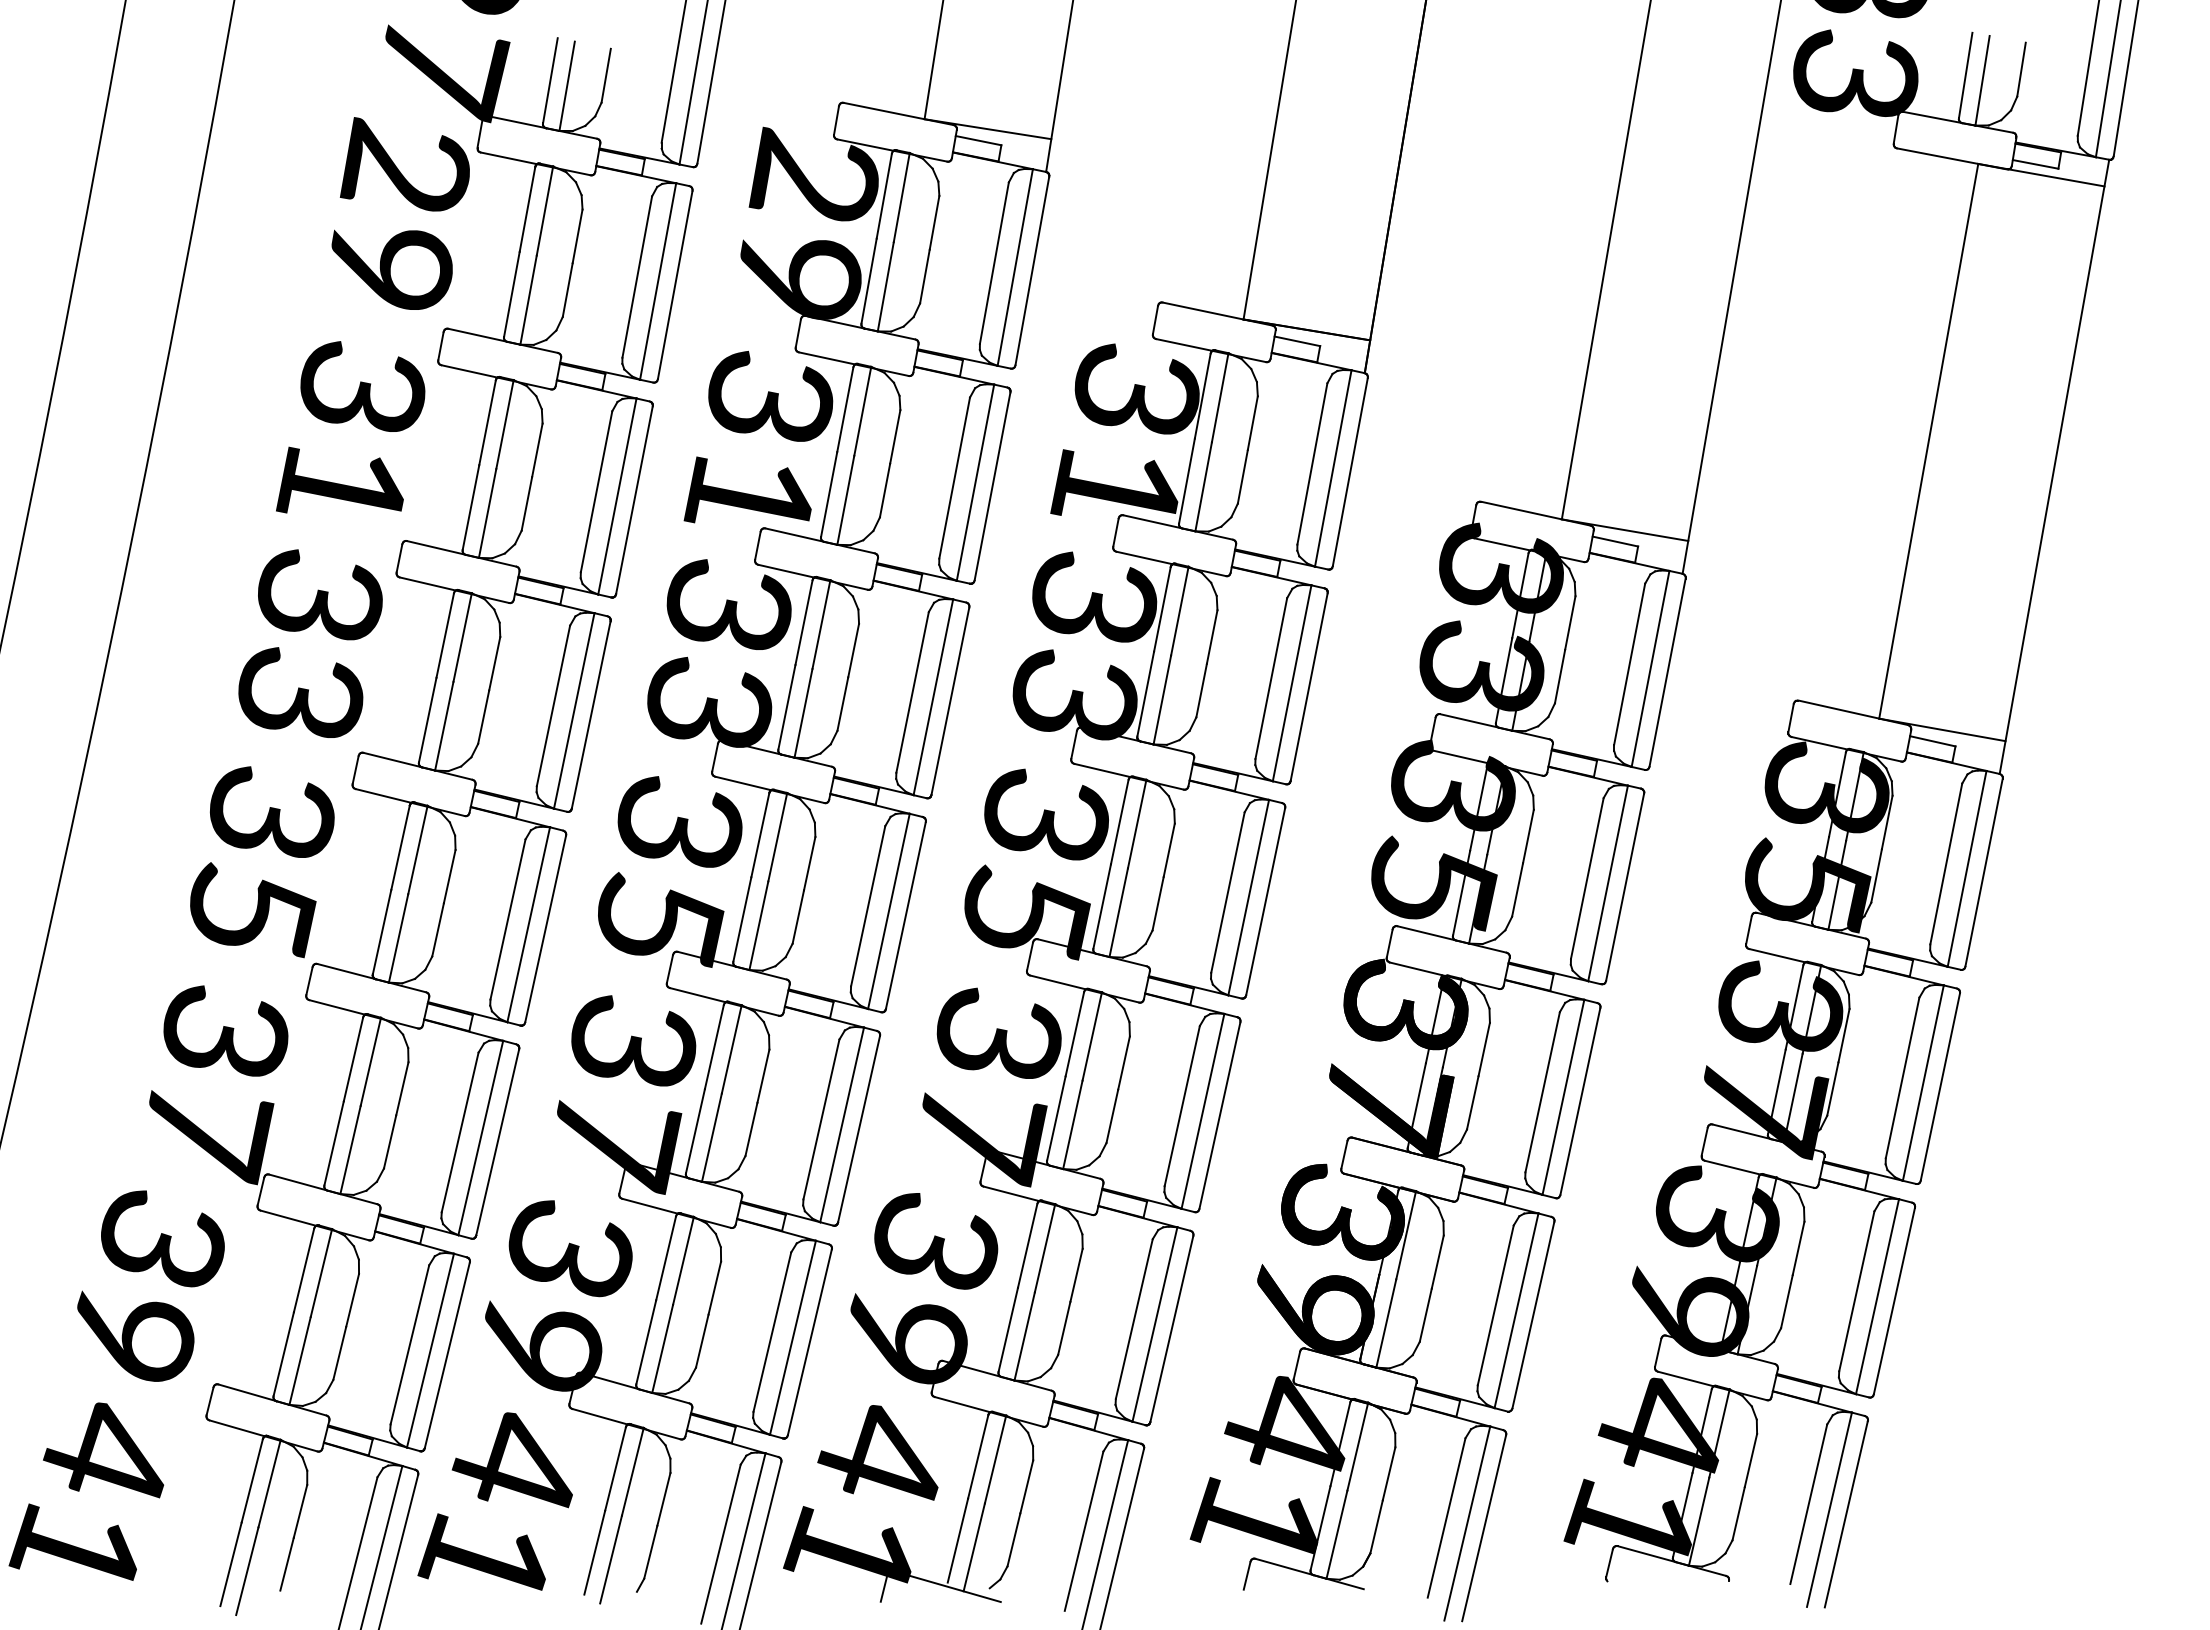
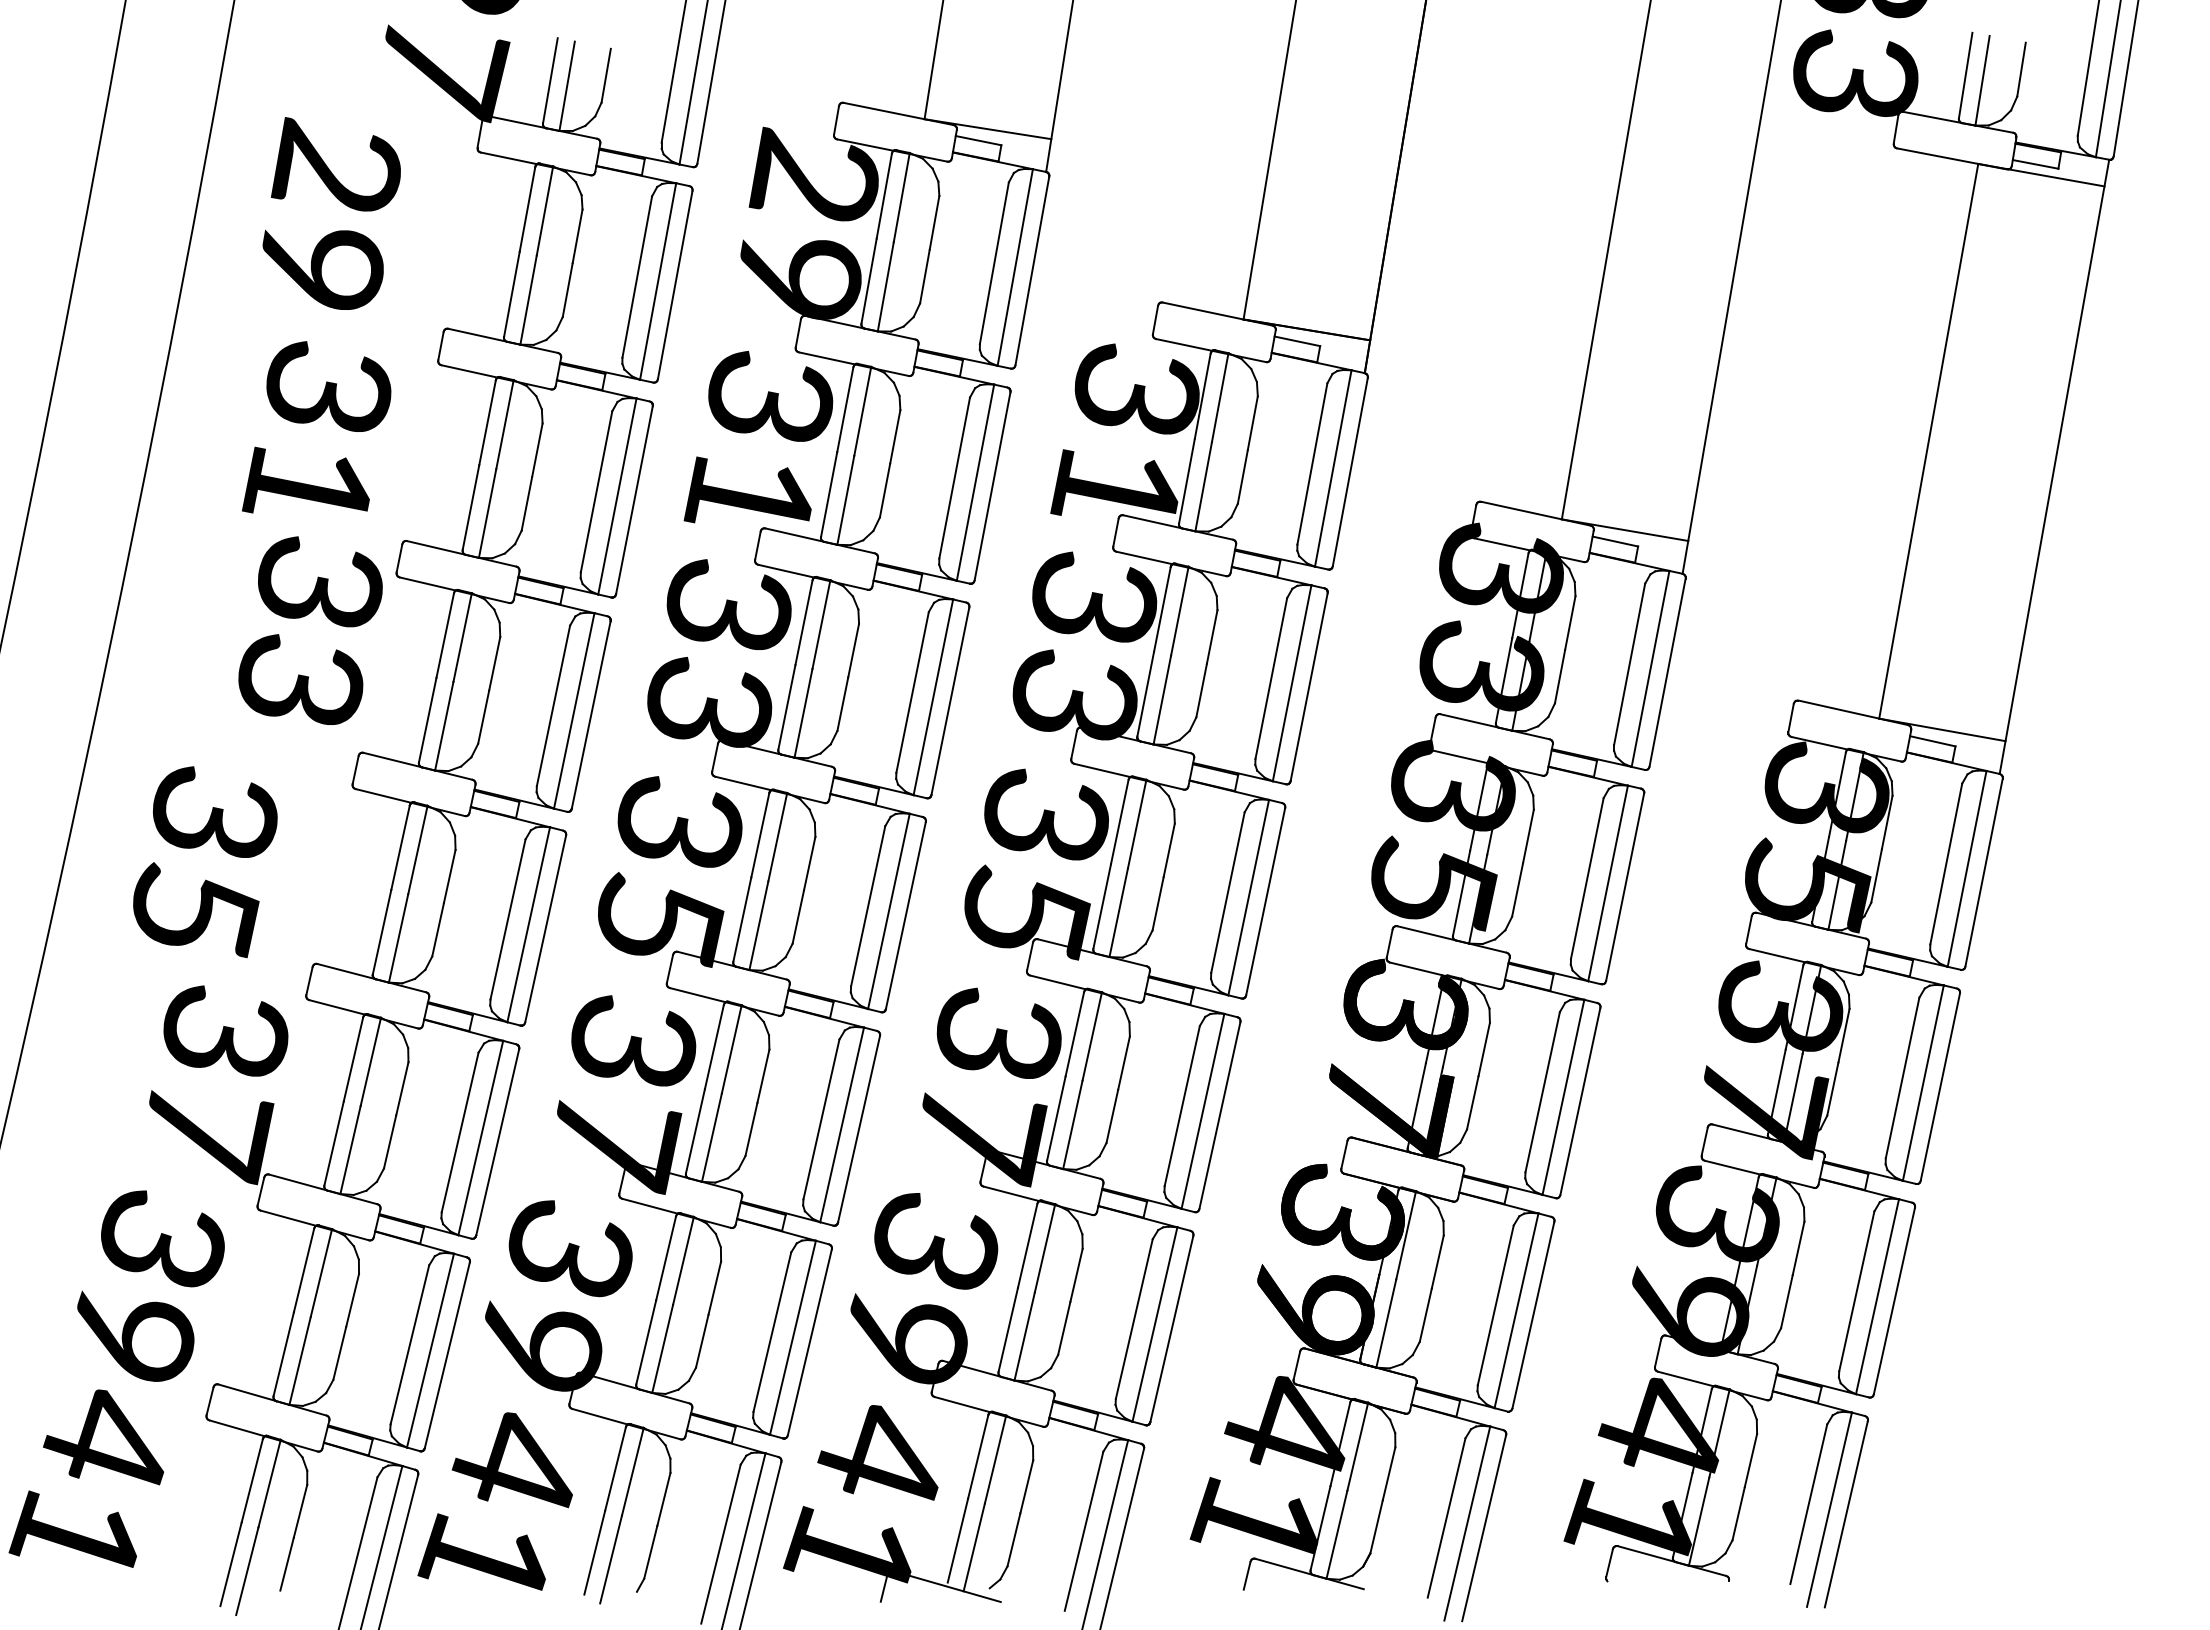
text at (400, 213) position: (400, 213) -> (331, 213)
text at (350, 427) position: (350, 427) -> (316, 427)
text at (310, 643) position: (310, 643) -> (310, 630)
text at (262, 862) position: (262, 862) -> (205, 862)
text at (86, 1491) position: (86, 1491) -> (86, 1478)
